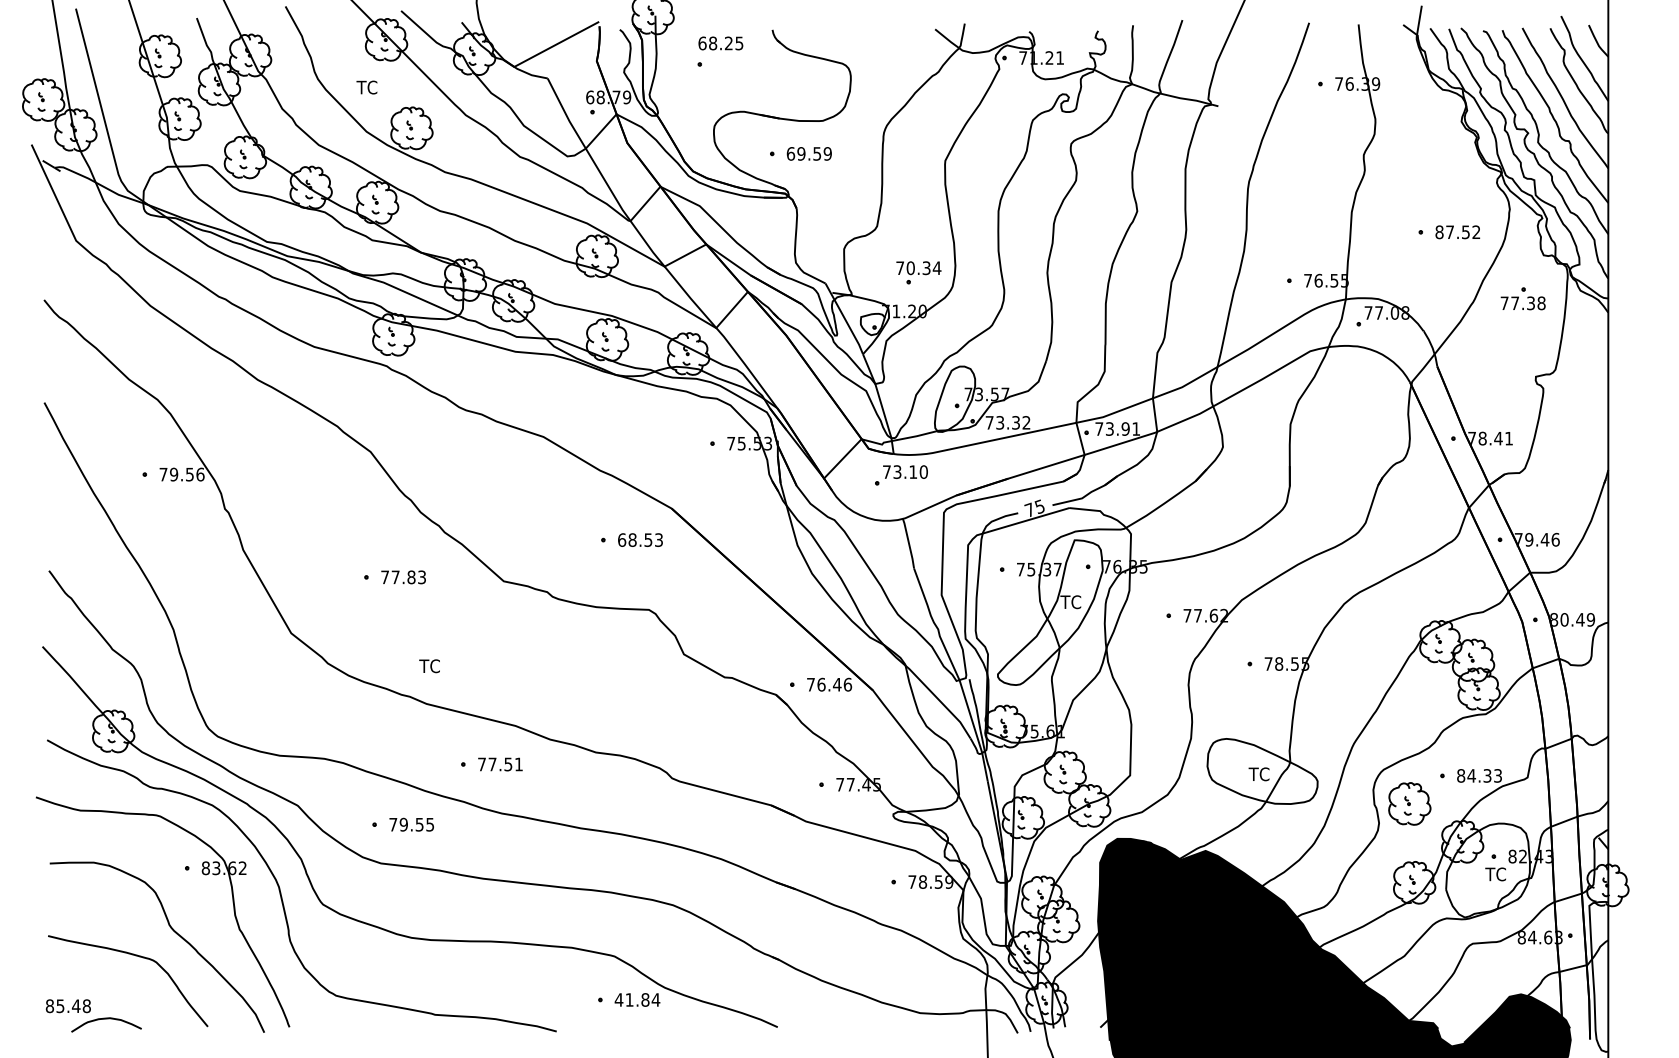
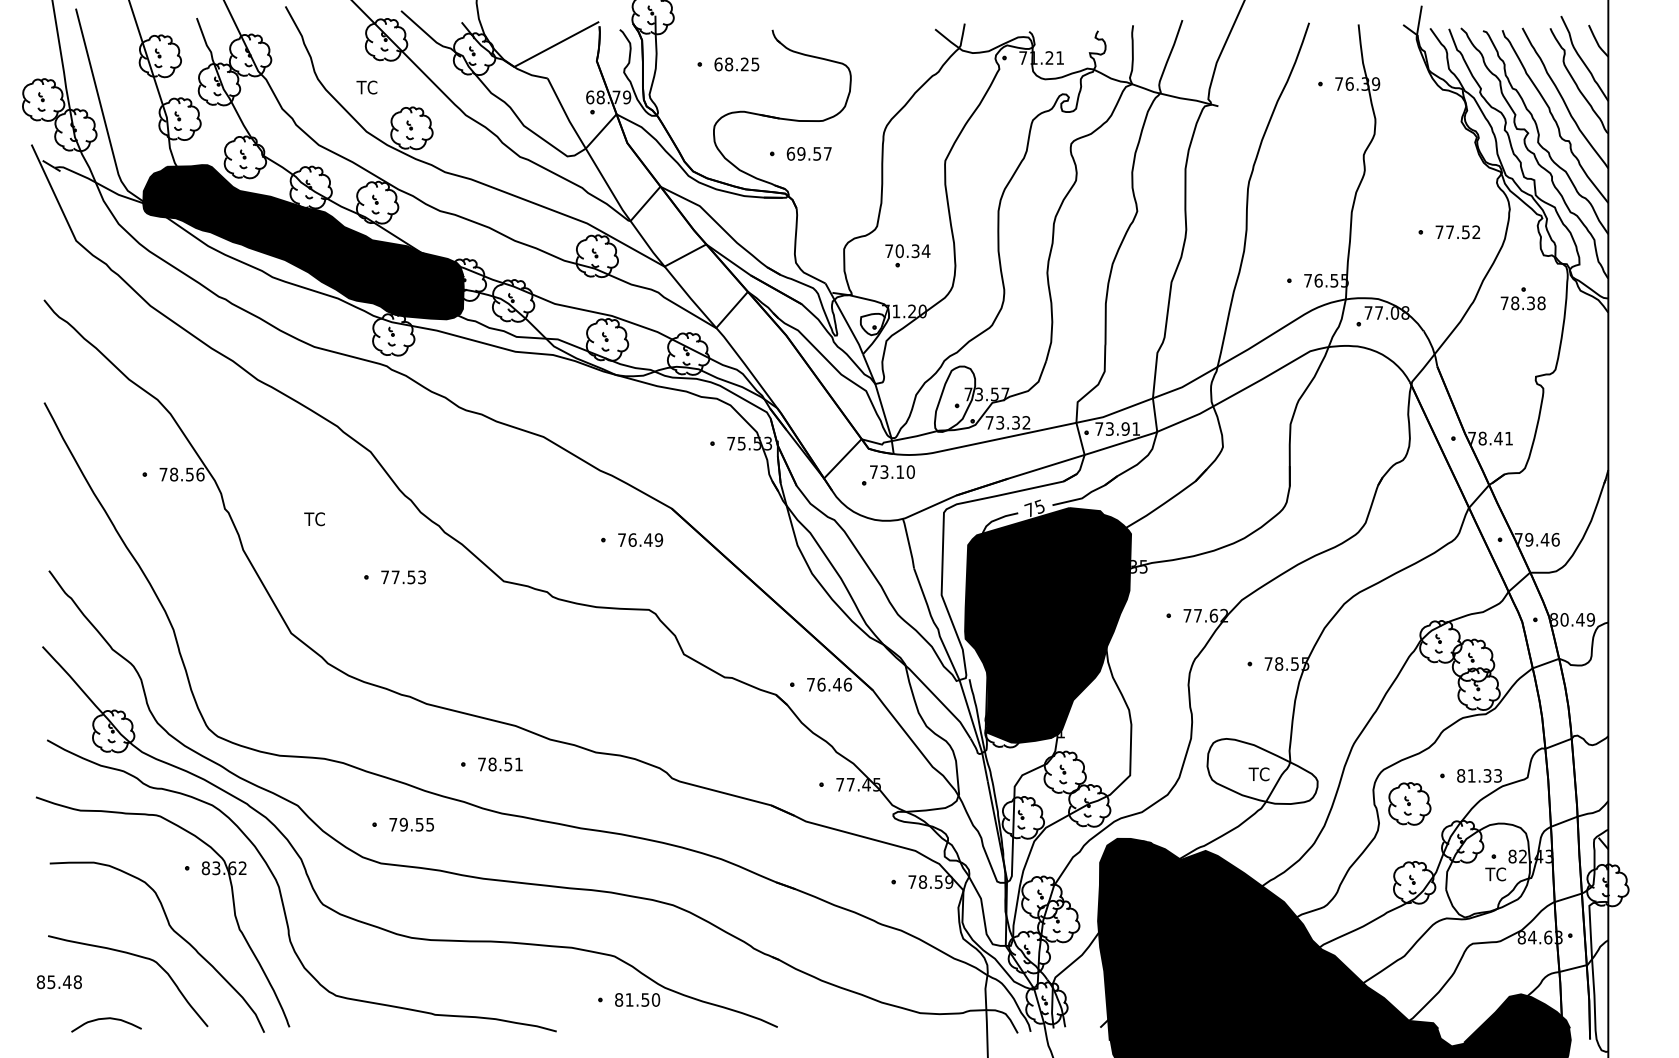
text at (720, 43) position: (720, 43) -> (736, 64)
text at (827, 153): 69.59 -> 69.57
text at (1439, 232): 87.52 -> 77.52
fill at (303, 242): none -> present
part at (918, 272) position: (918, 272) -> (907, 255)
text at (1515, 303): 77.38 -> 78.38
text at (174, 474): 79.56 -> 78.56
part at (901, 475) position: (901, 475) -> (888, 475)
text at (640, 539): 68.53 -> 76.49
text at (411, 577): 77.83 -> 77.53
fill at (1048, 625): none -> present
text at (429, 666) position: (429, 666) -> (314, 519)
text at (492, 764): 77.51 -> 78.51
text at (1471, 775): 84.33 -> 81.33
text at (637, 999): 41.84 -> 81.50
text at (67, 1006) position: (67, 1006) -> (58, 982)
